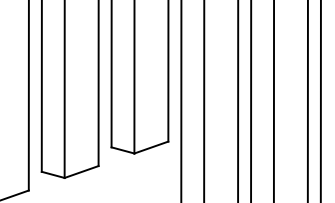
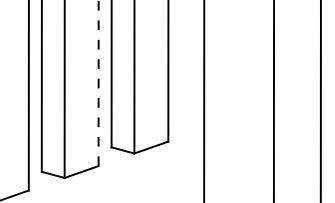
line at (98, 83): solid -> dashed
line at (181, 100): present -> none
line at (238, 100): present -> none
line at (251, 100): present -> none
line at (307, 100): present -> none
